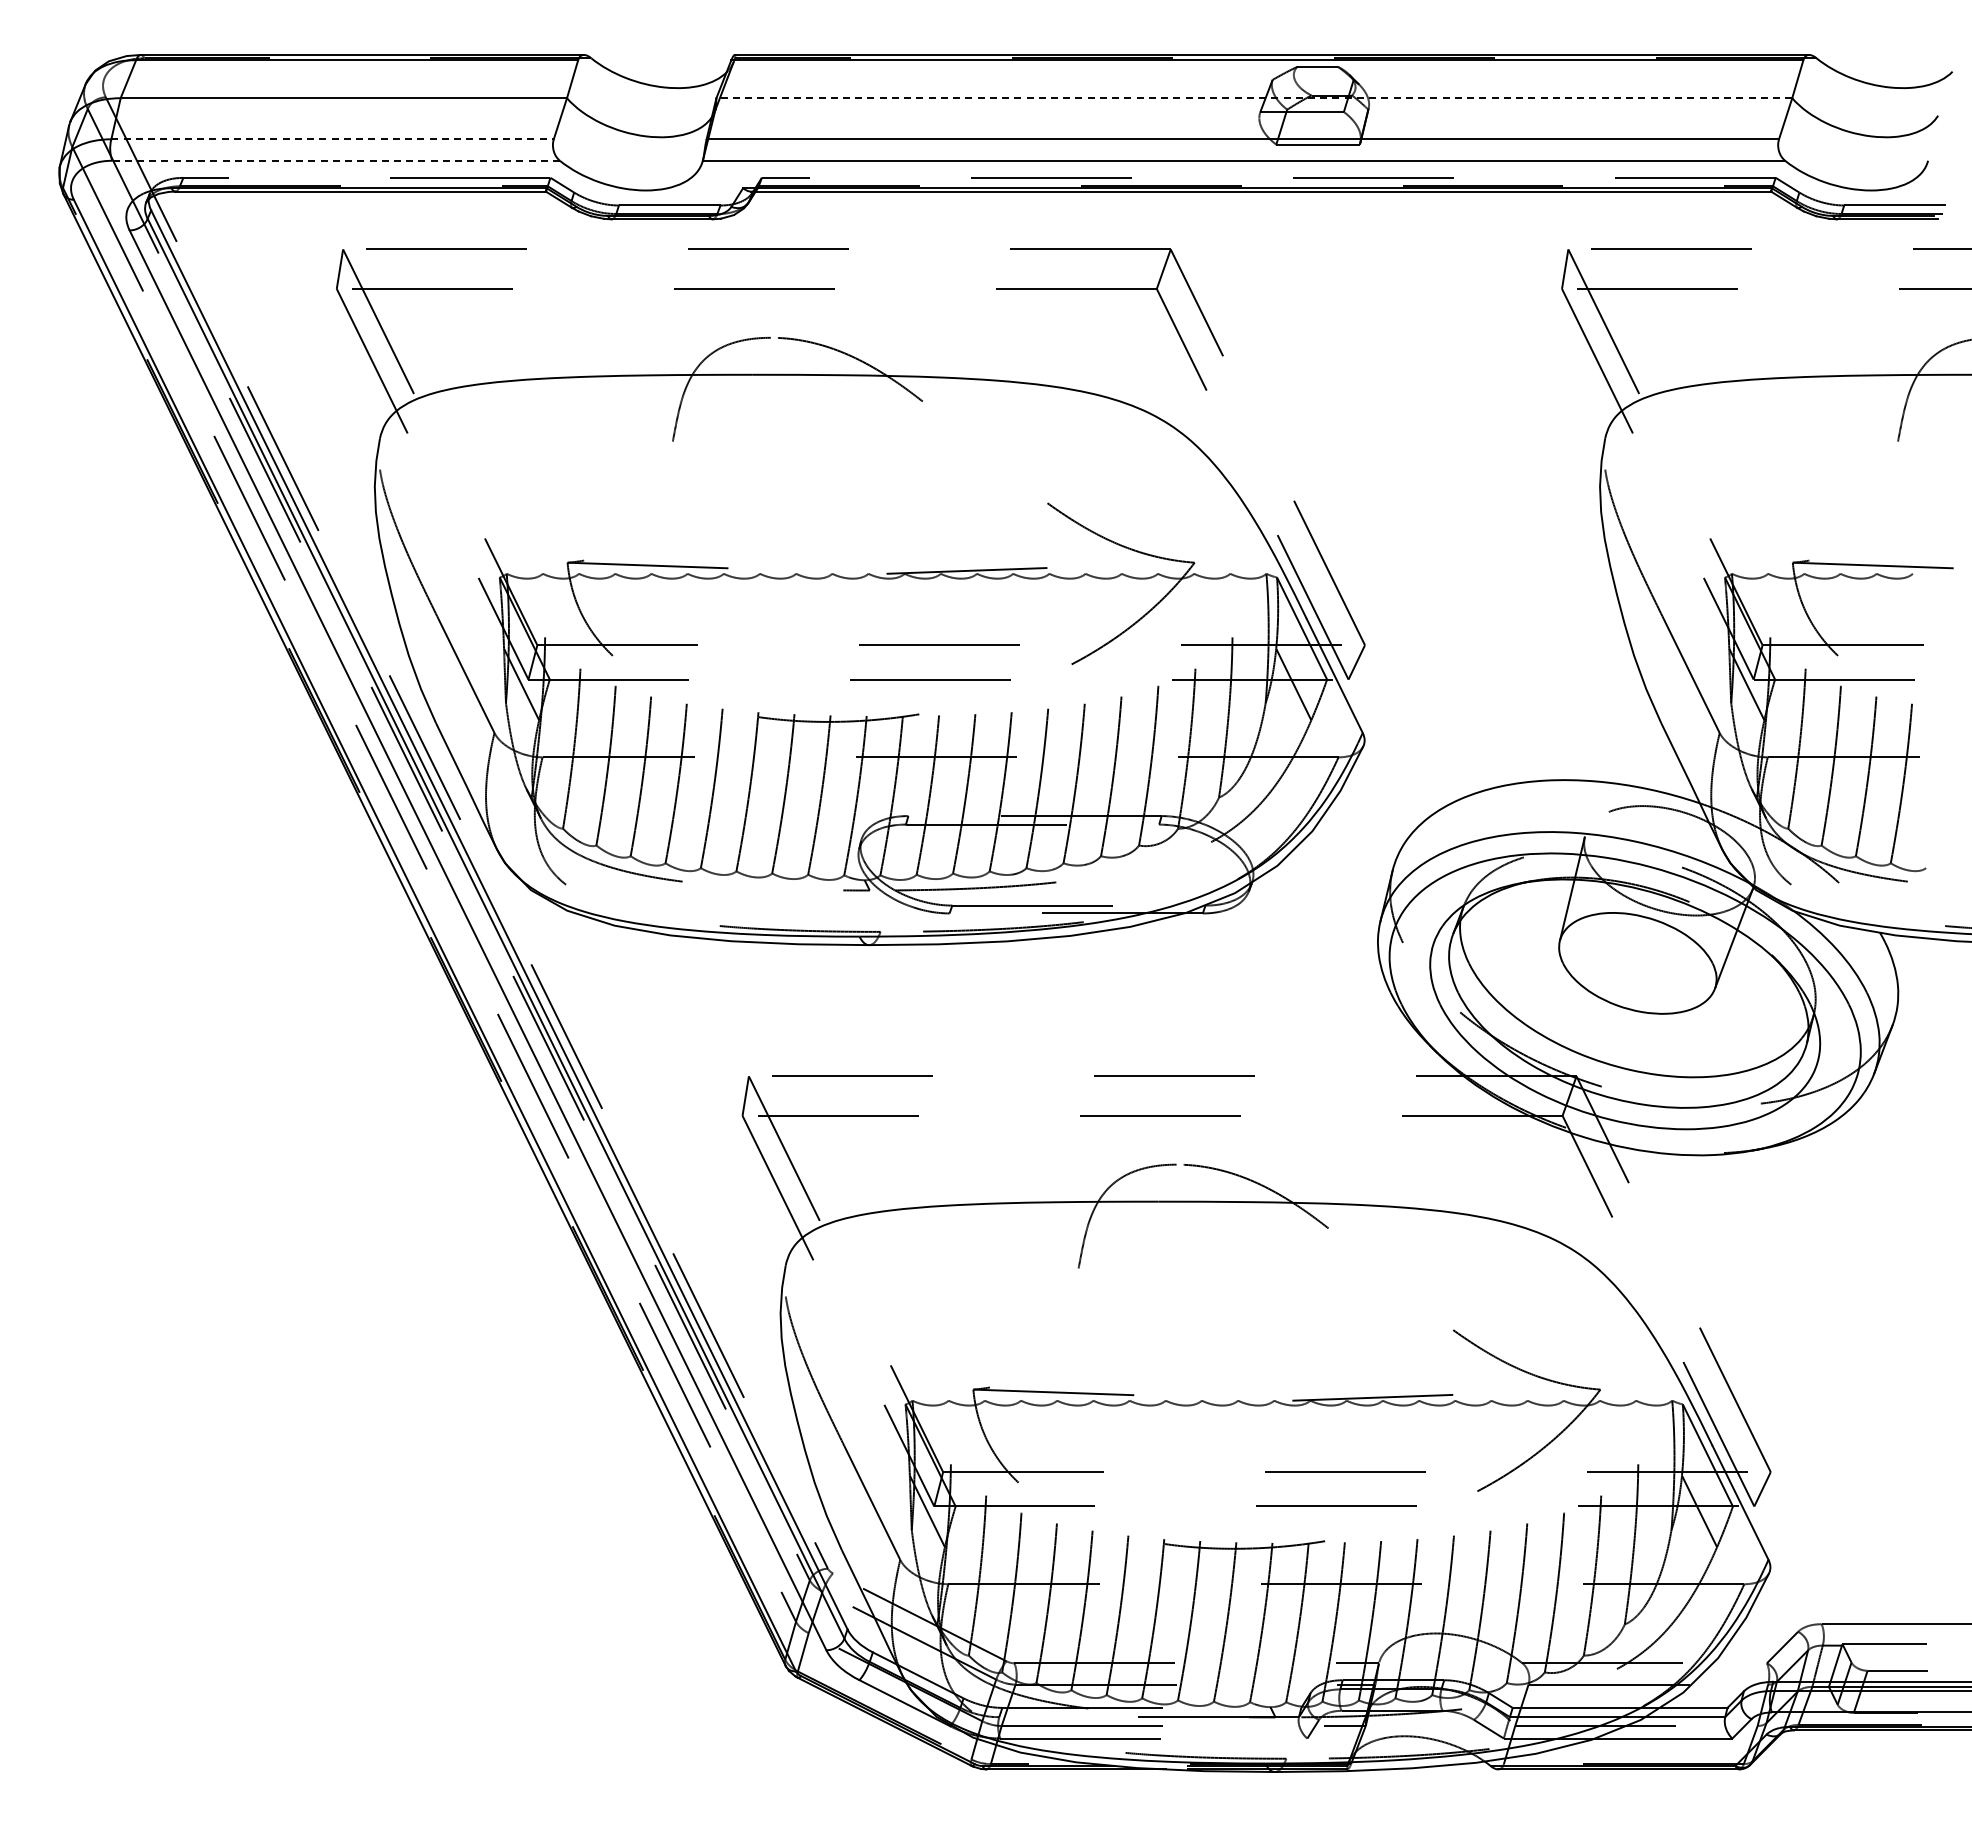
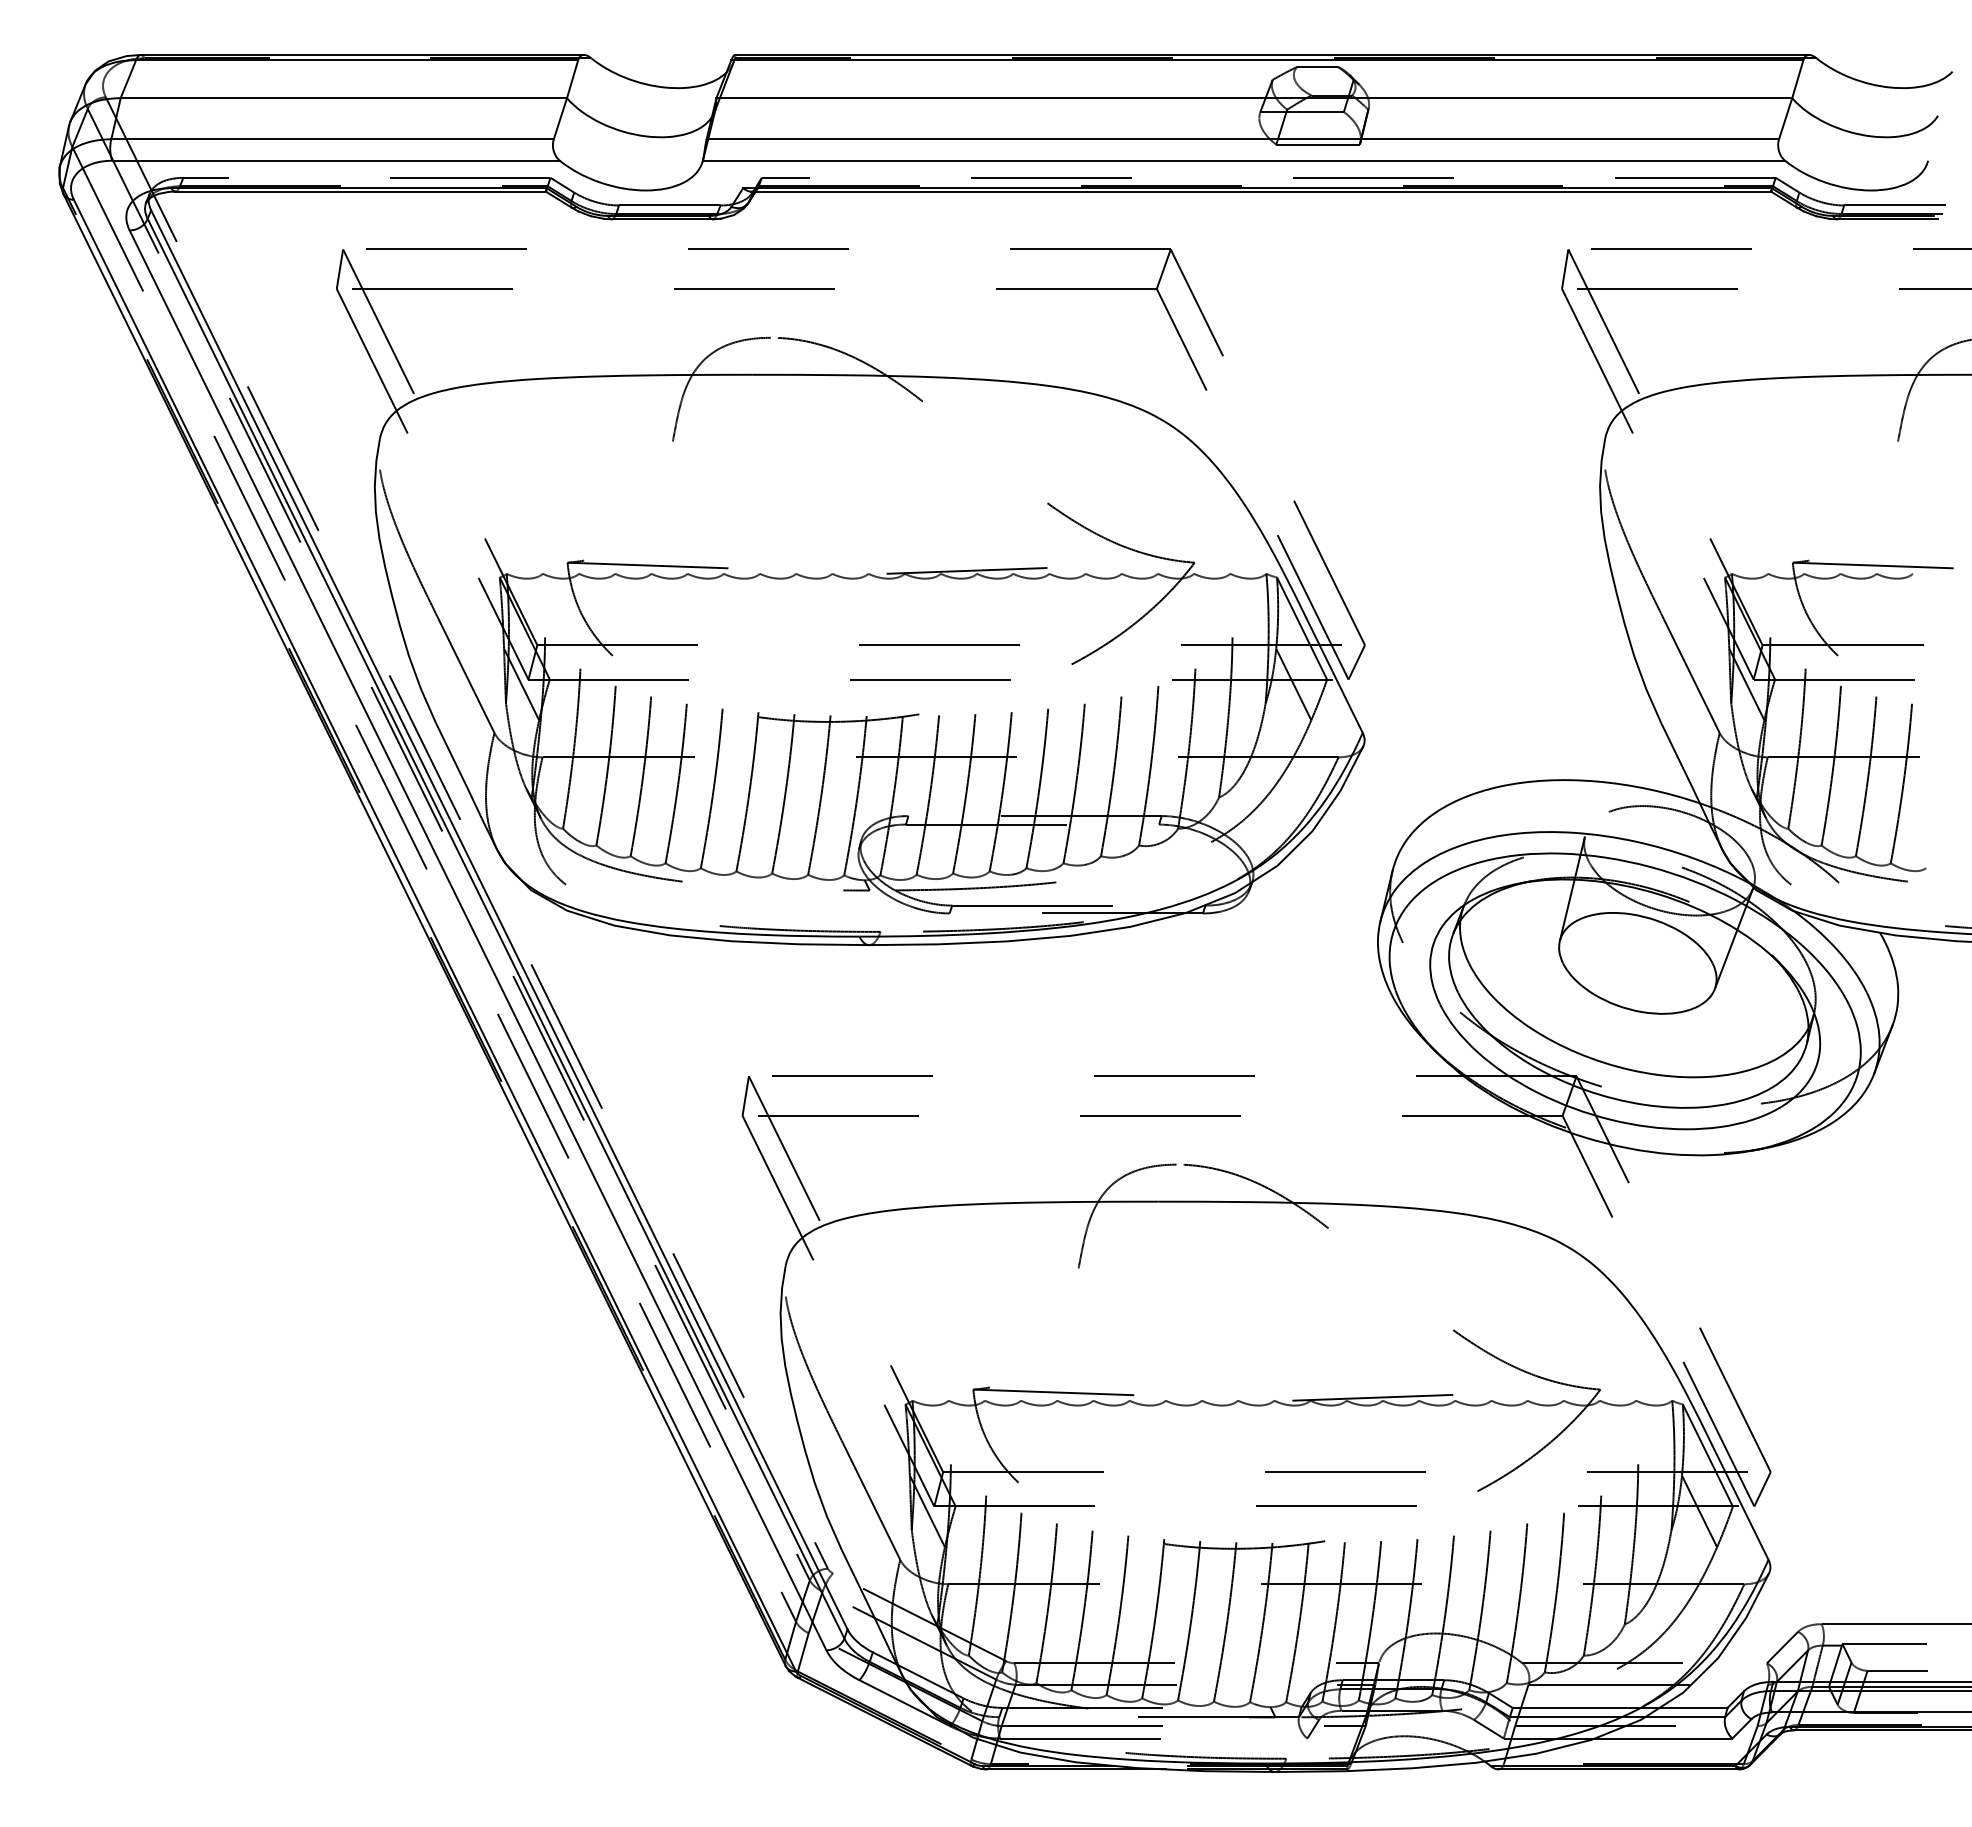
line at (1254, 98): dashed -> solid
line at (333, 139): dashed -> solid
line at (336, 160): dashed -> solid
